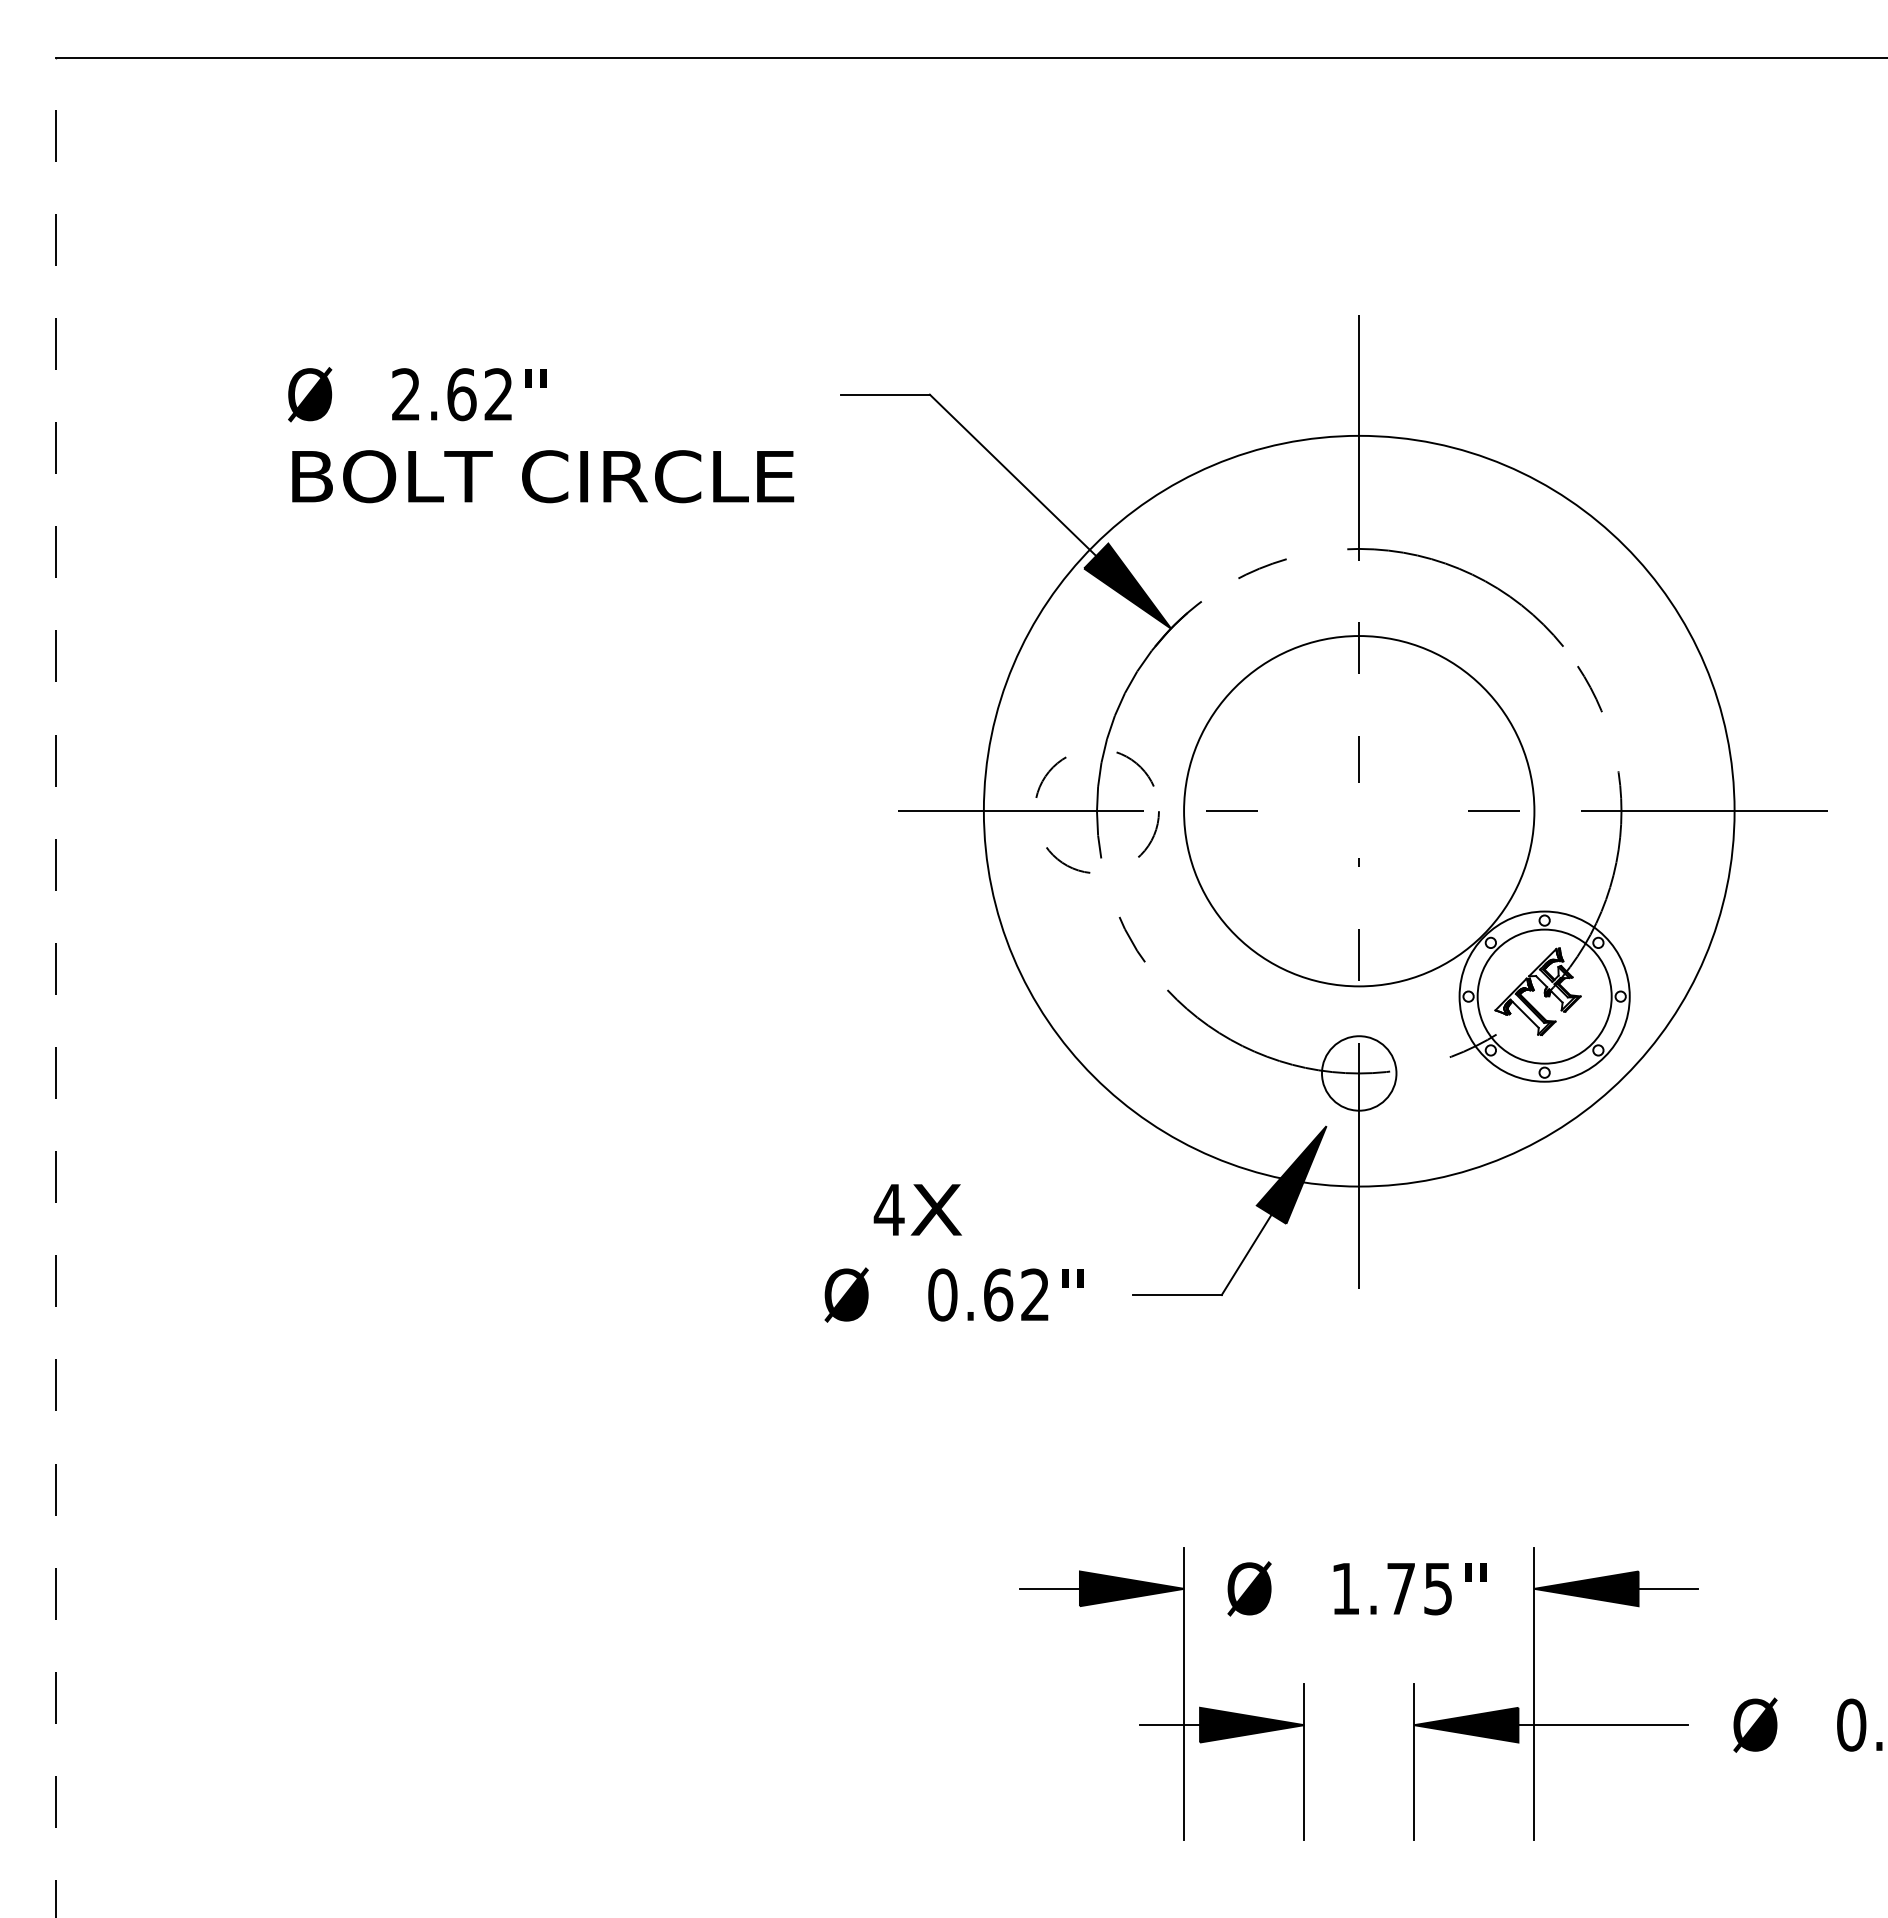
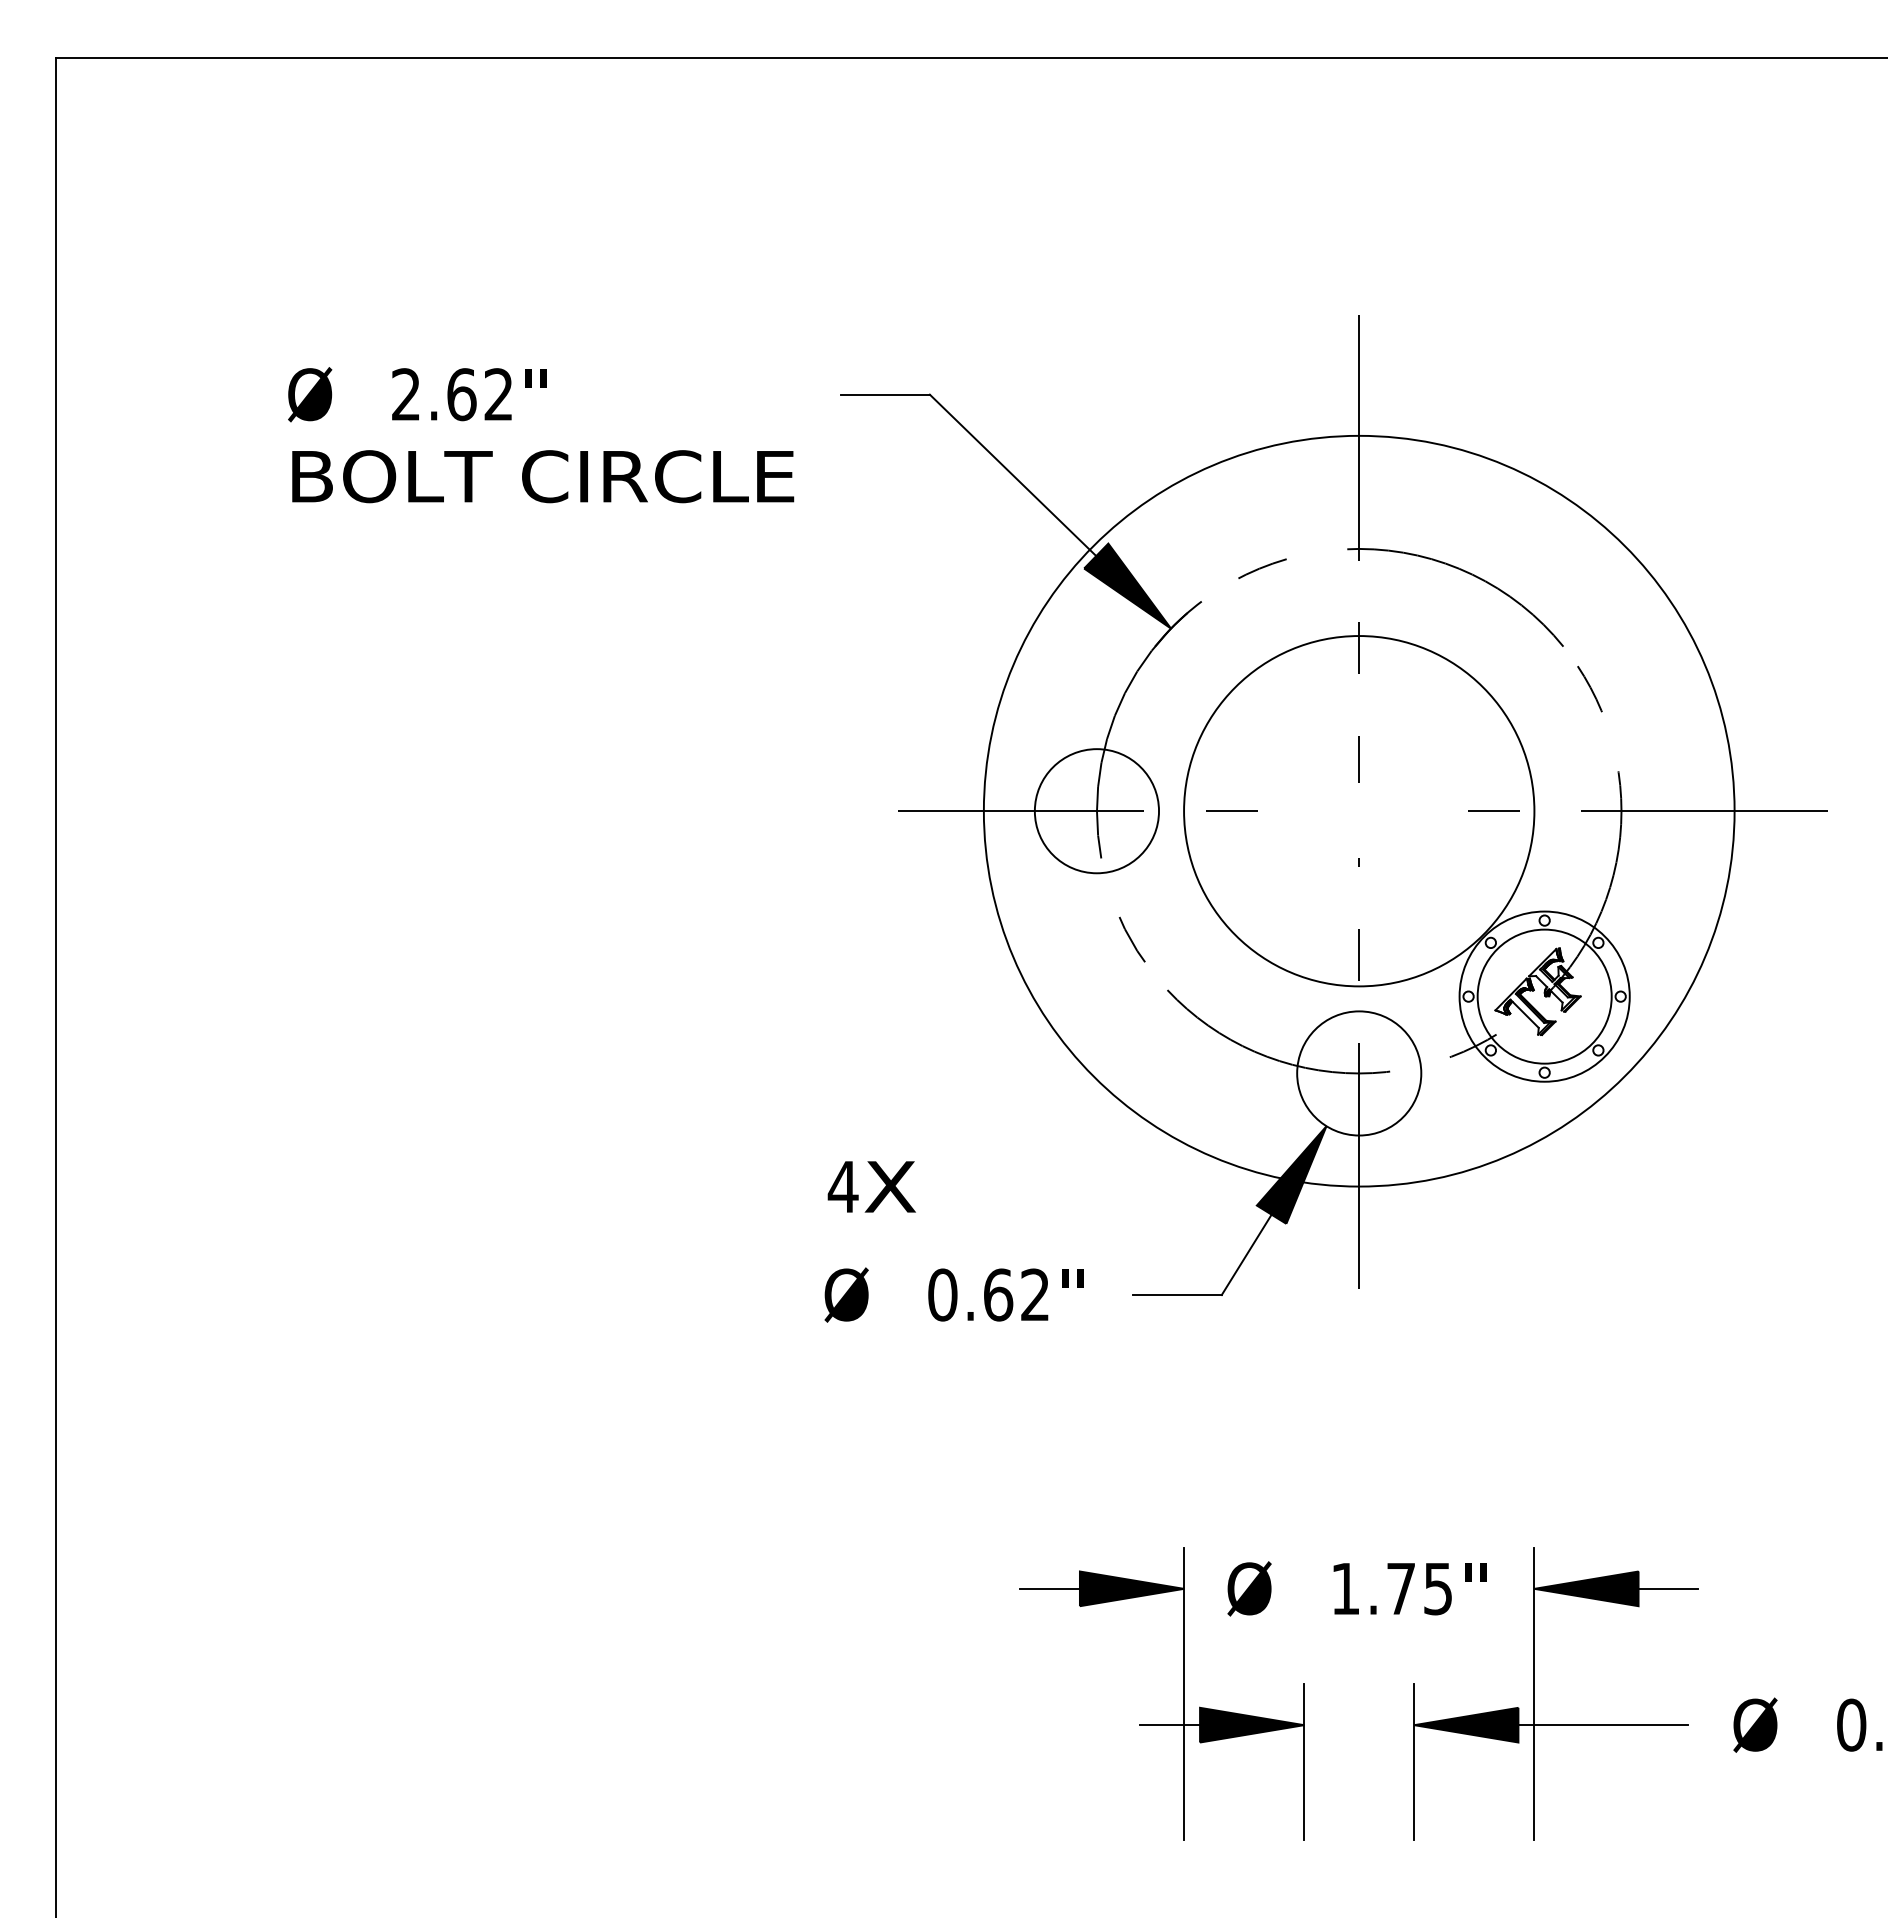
circle at (1096, 811): dashed -> solid
line at (56, 987): dashed -> solid
circle at (1358, 1073) diameter: 74 px -> 124 px
text at (917, 1209) position: (917, 1209) -> (871, 1186)
